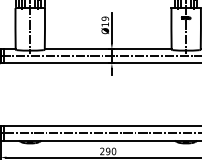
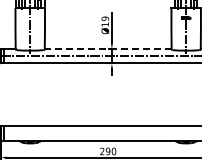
line at (107, 49): solid -> dashed
line at (100, 133): present -> none
